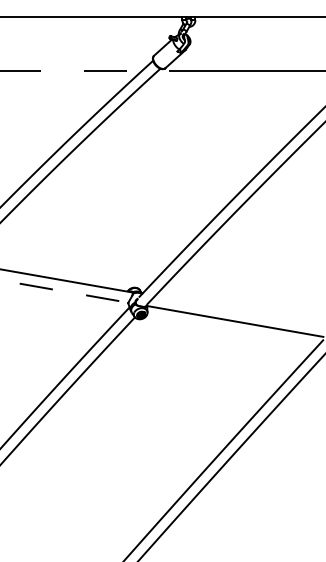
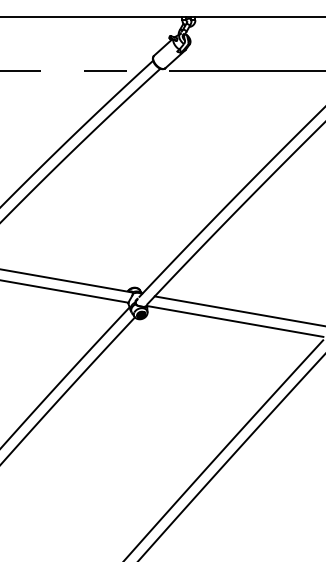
line at (64, 291): dashed -> solid
line at (238, 310): none -> present
